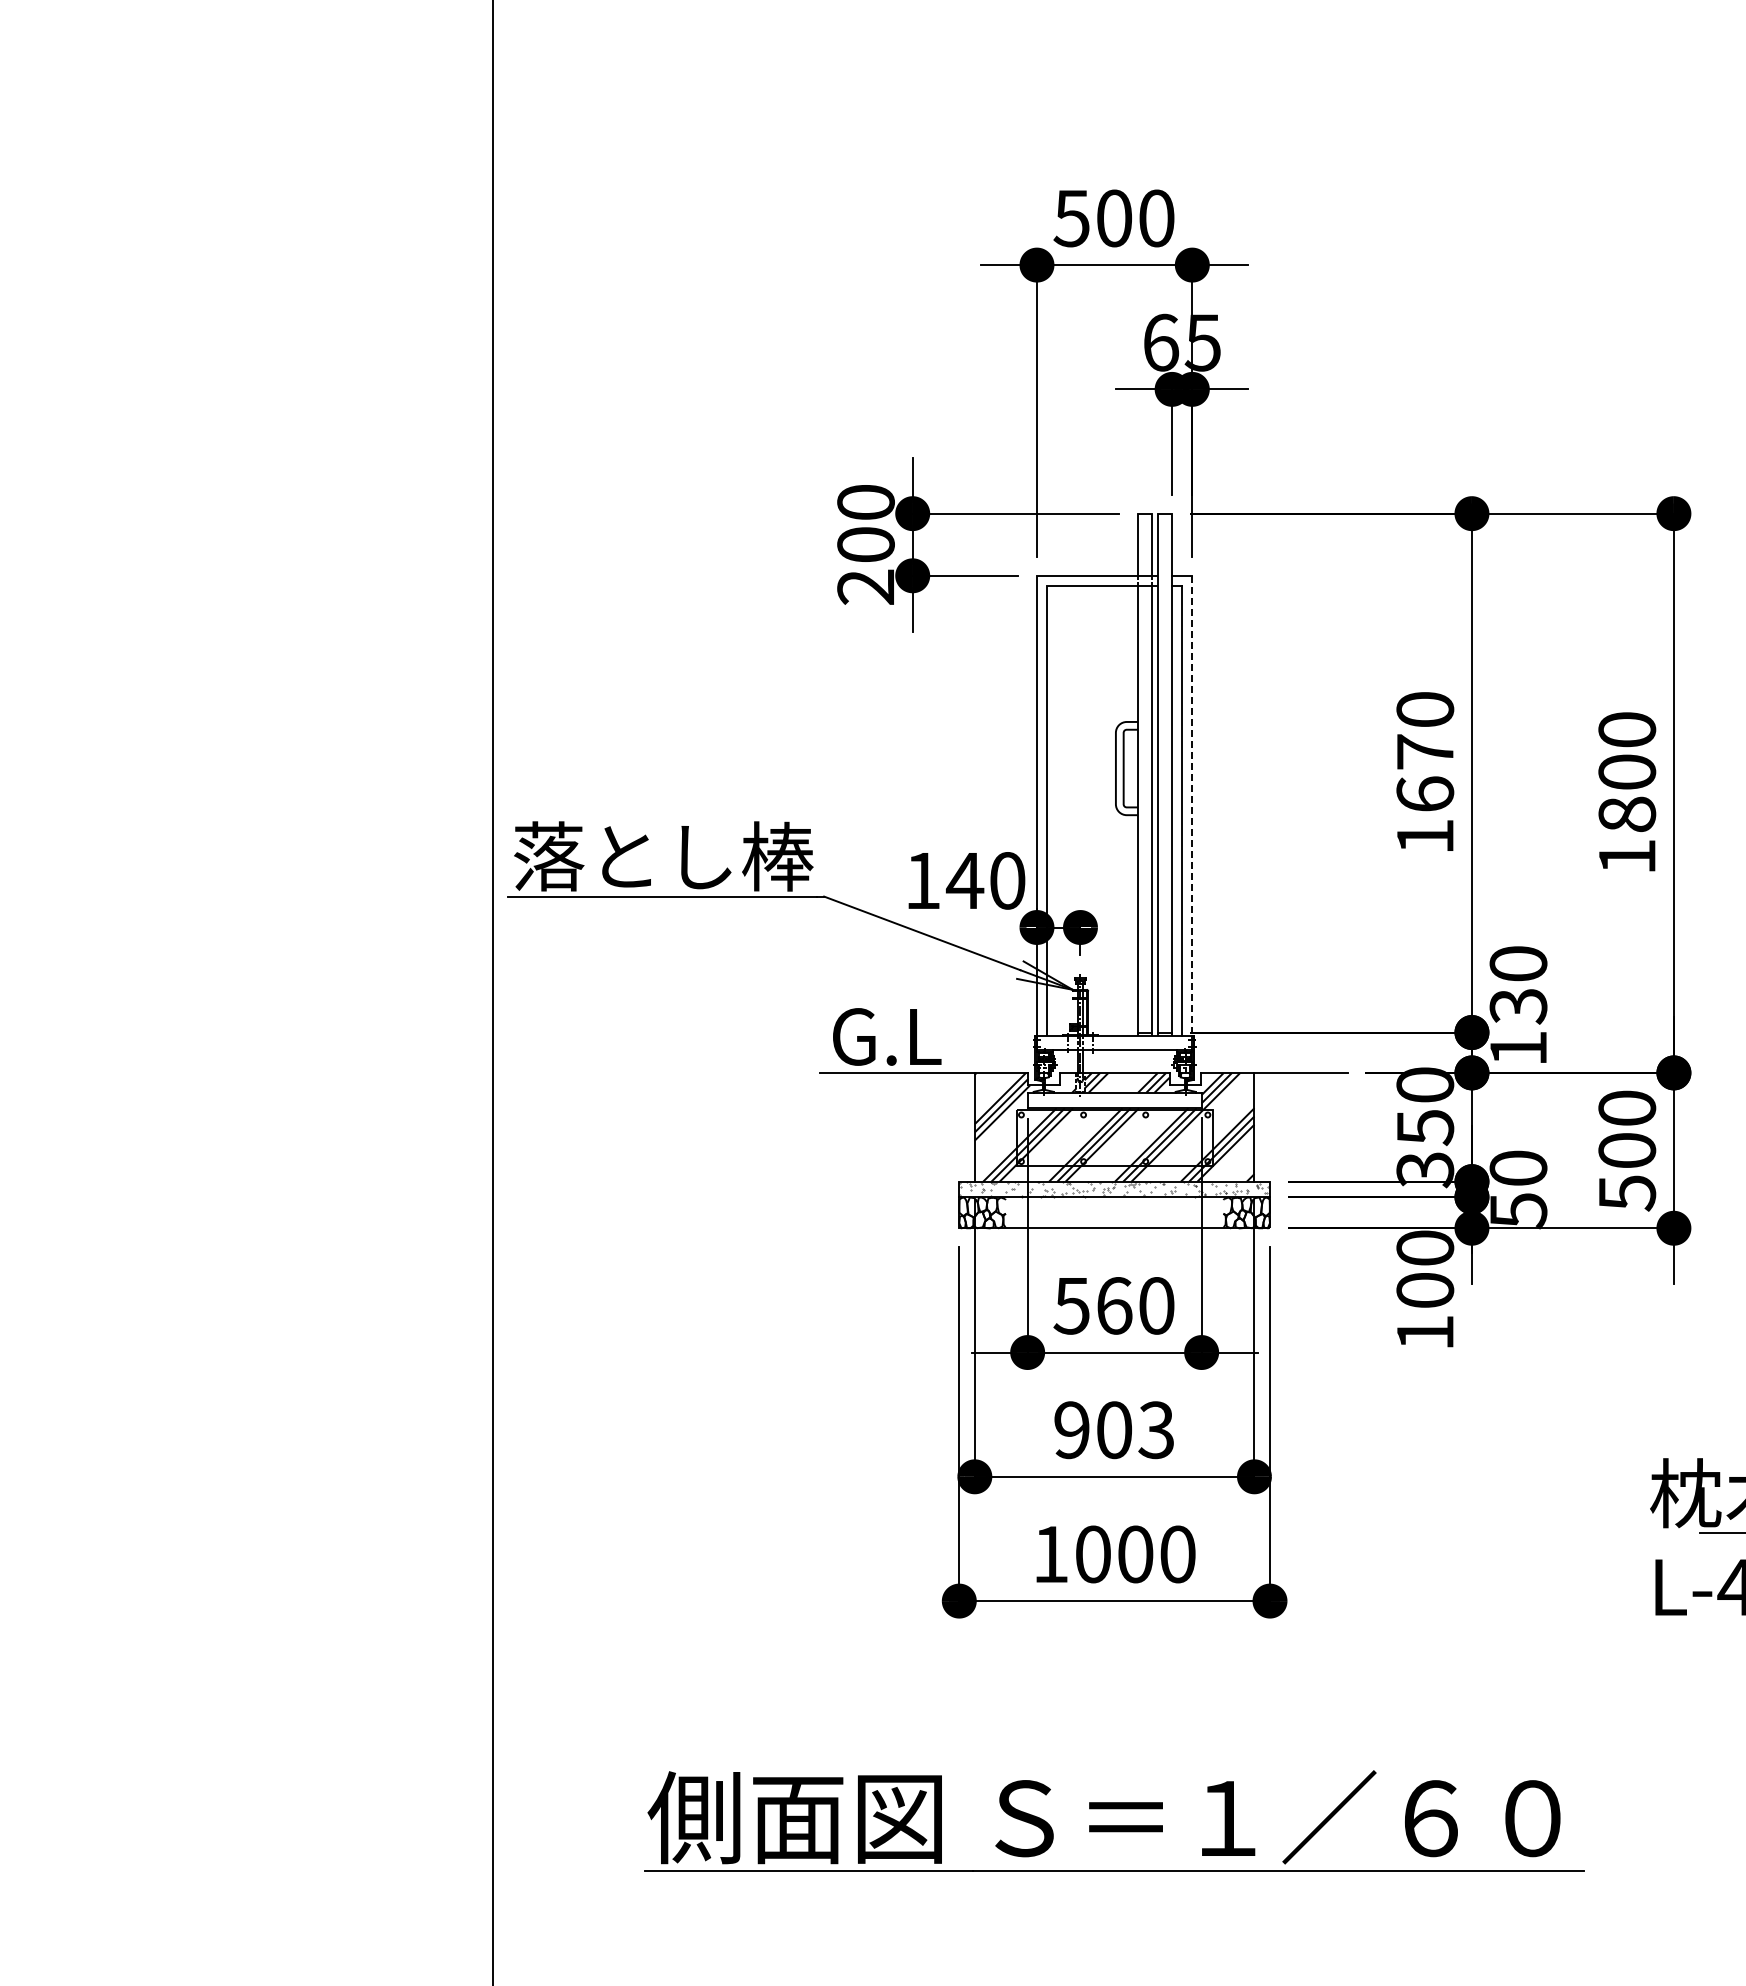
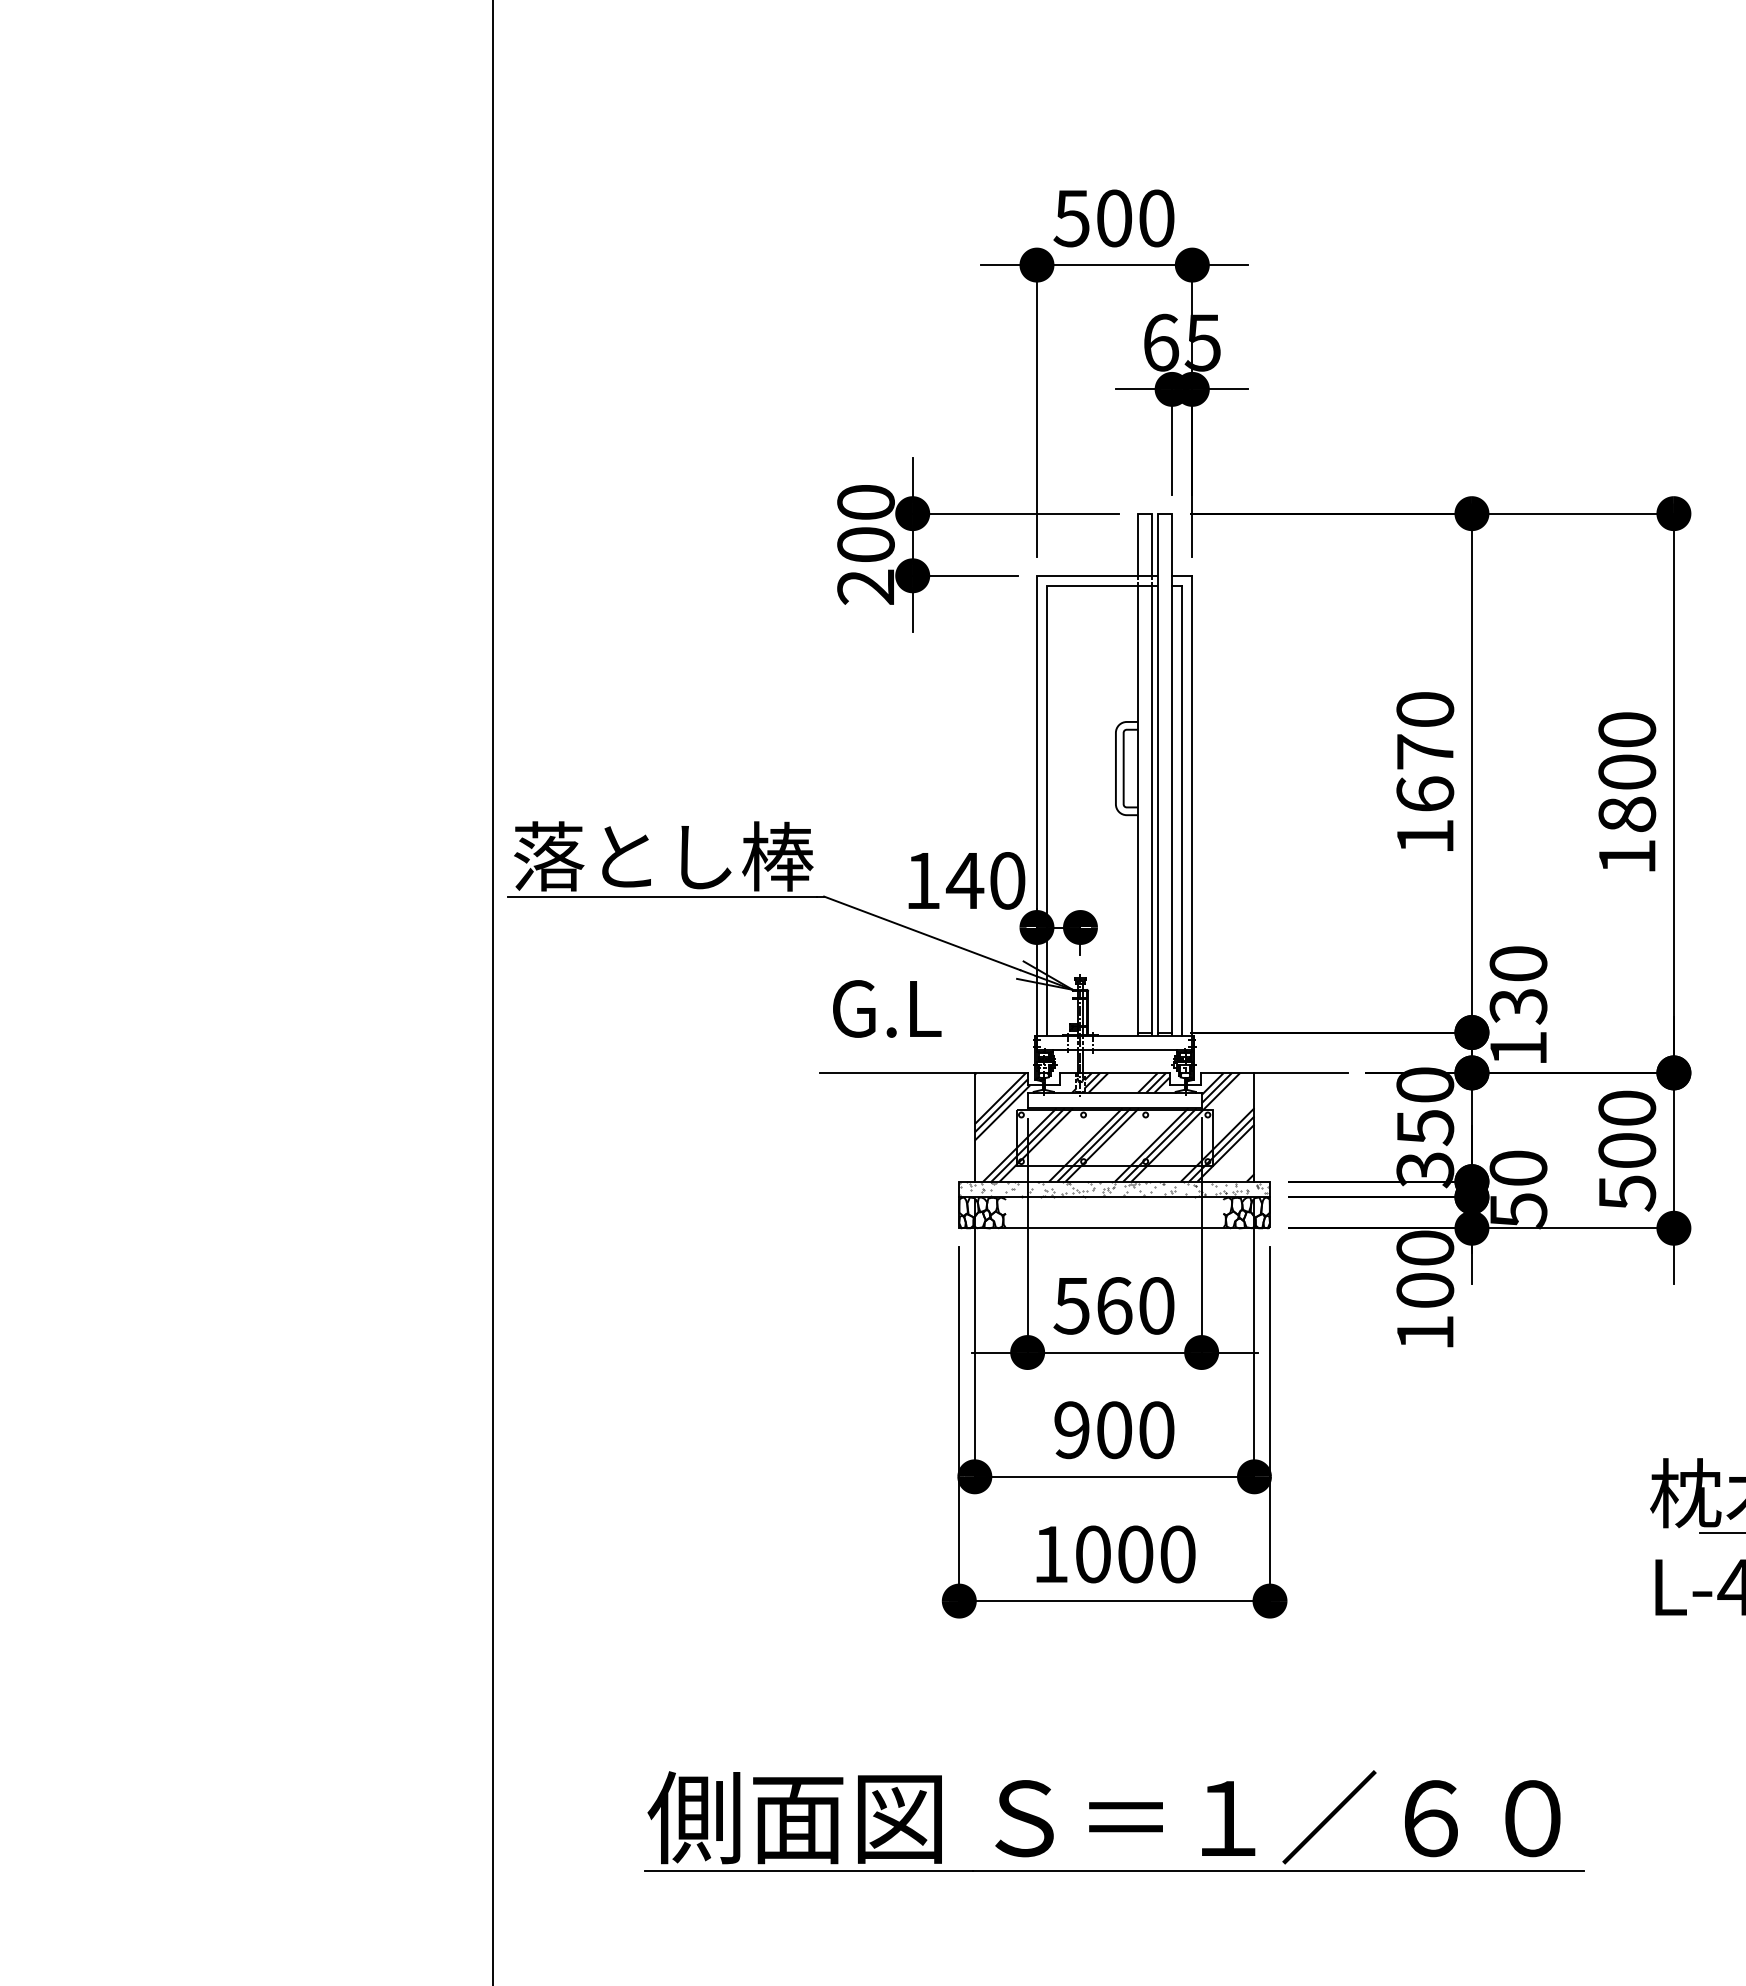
line at (1192, 806): dashed -> solid
text at (887, 1036) position: (887, 1036) -> (887, 1008)
text at (1156, 1430): 903 -> 900
